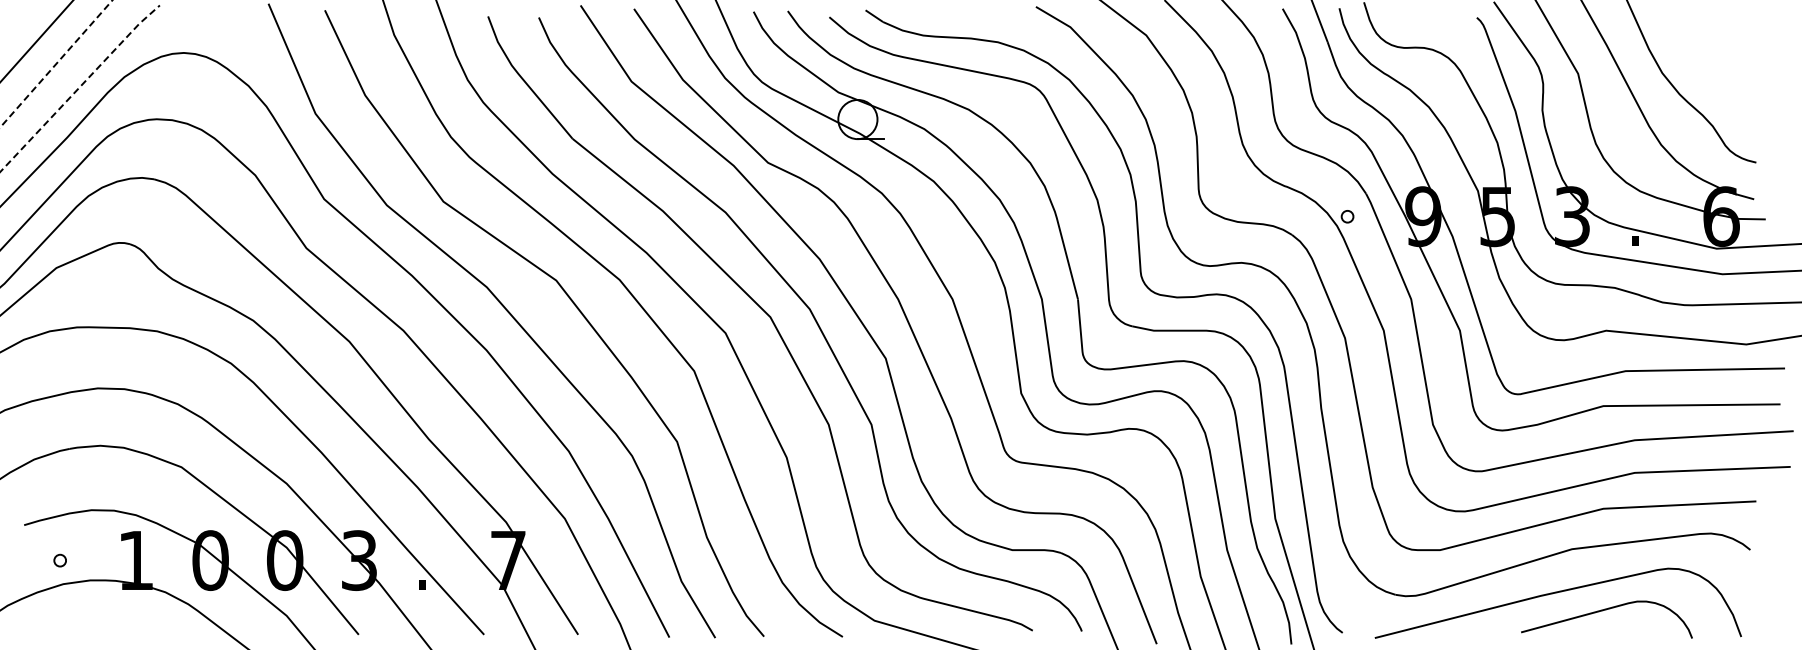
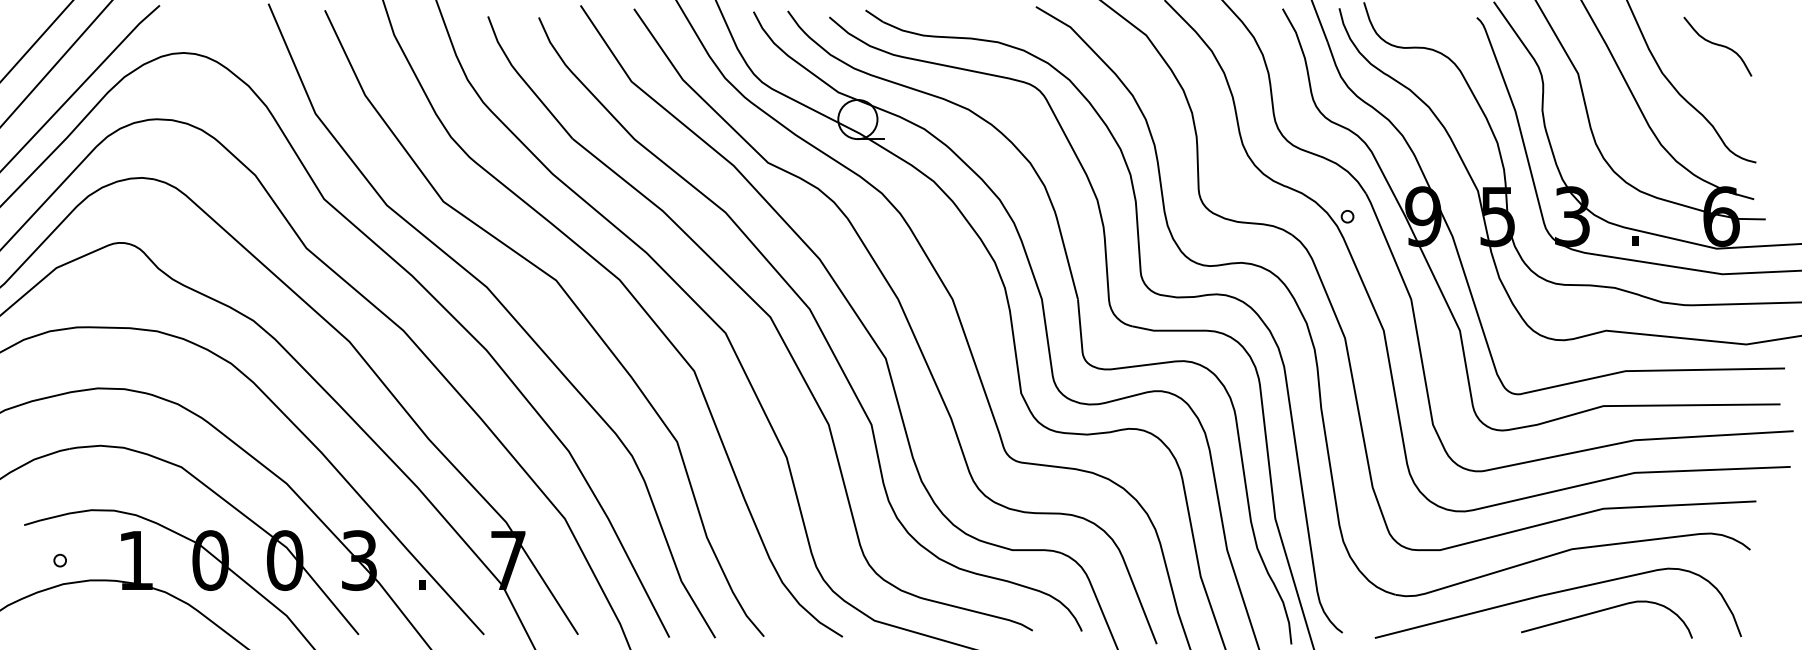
curve at (1717, 45): none -> present
line at (56, 63): dashed -> solid
line at (80, 86): dashed -> solid
